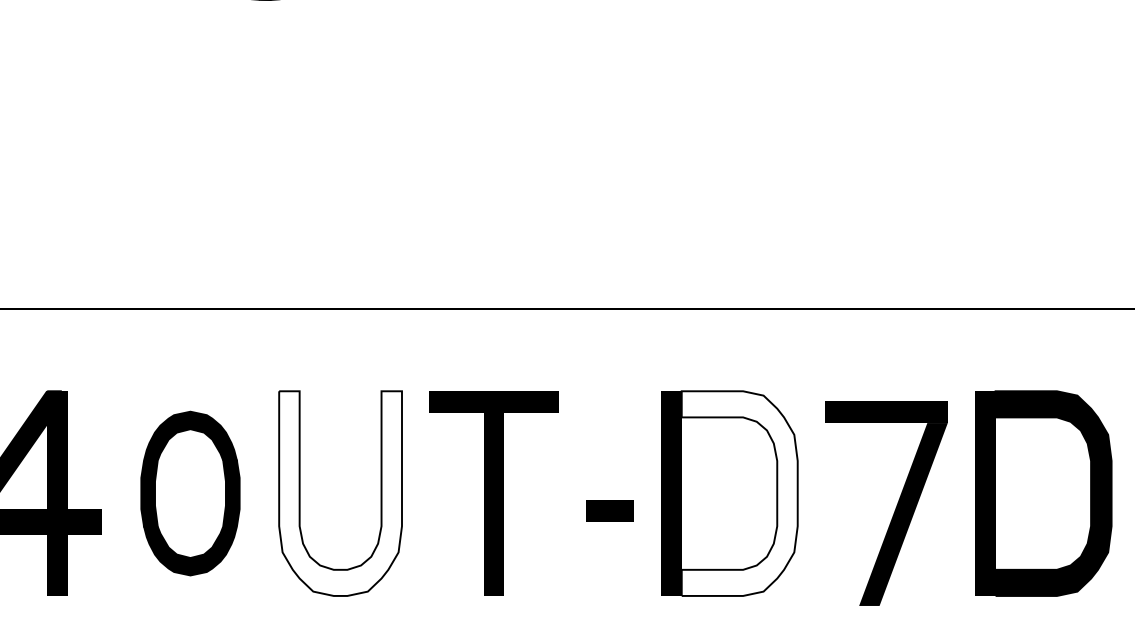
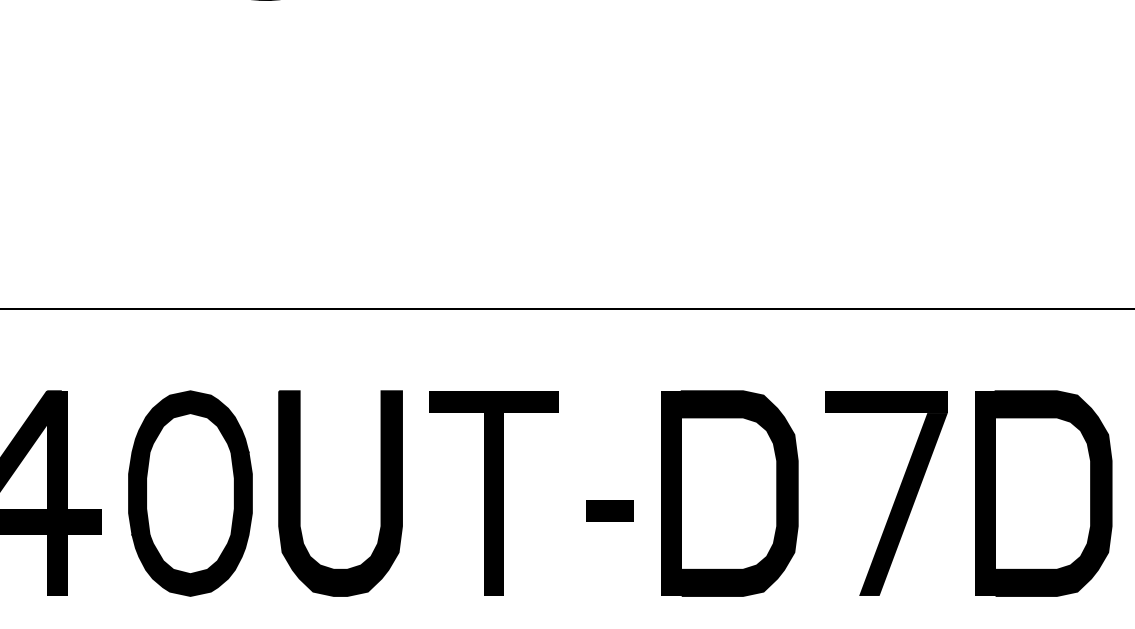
part at (190, 493) size: 101x167 px -> 125x207 px
fill at (340, 493): none -> present
fill at (739, 493): none -> present
part at (895, 507) position: (895, 507) -> (895, 497)
